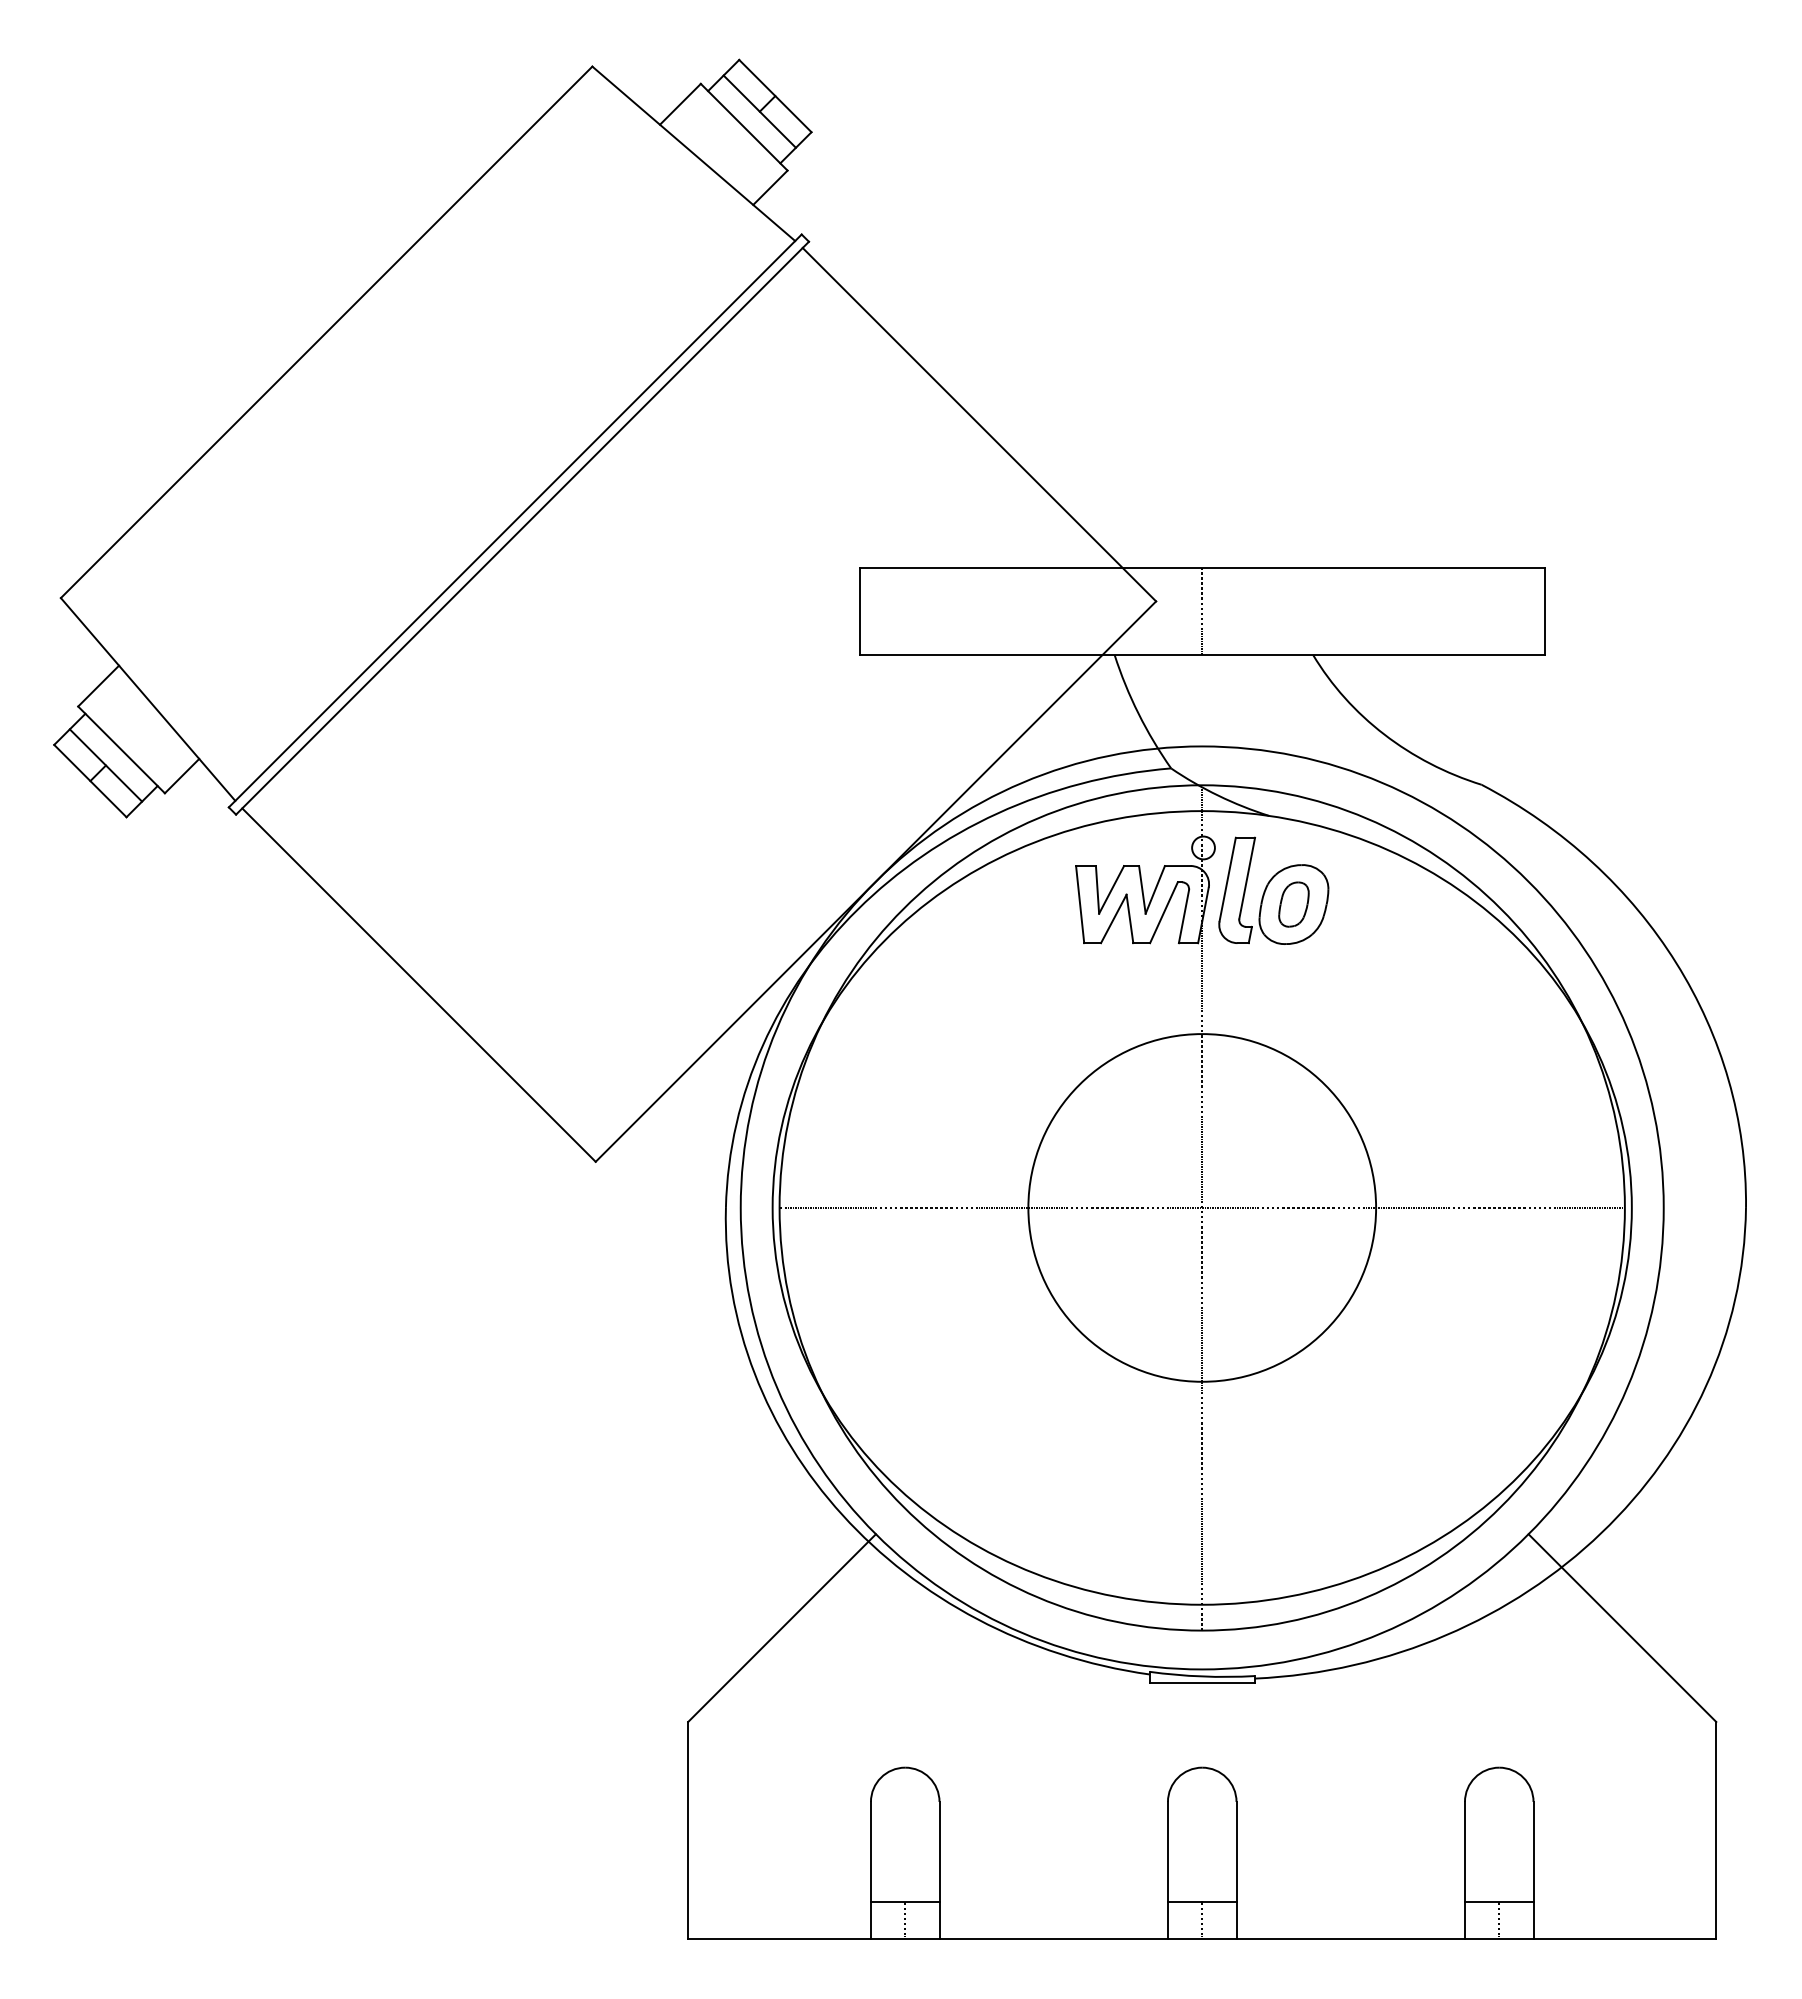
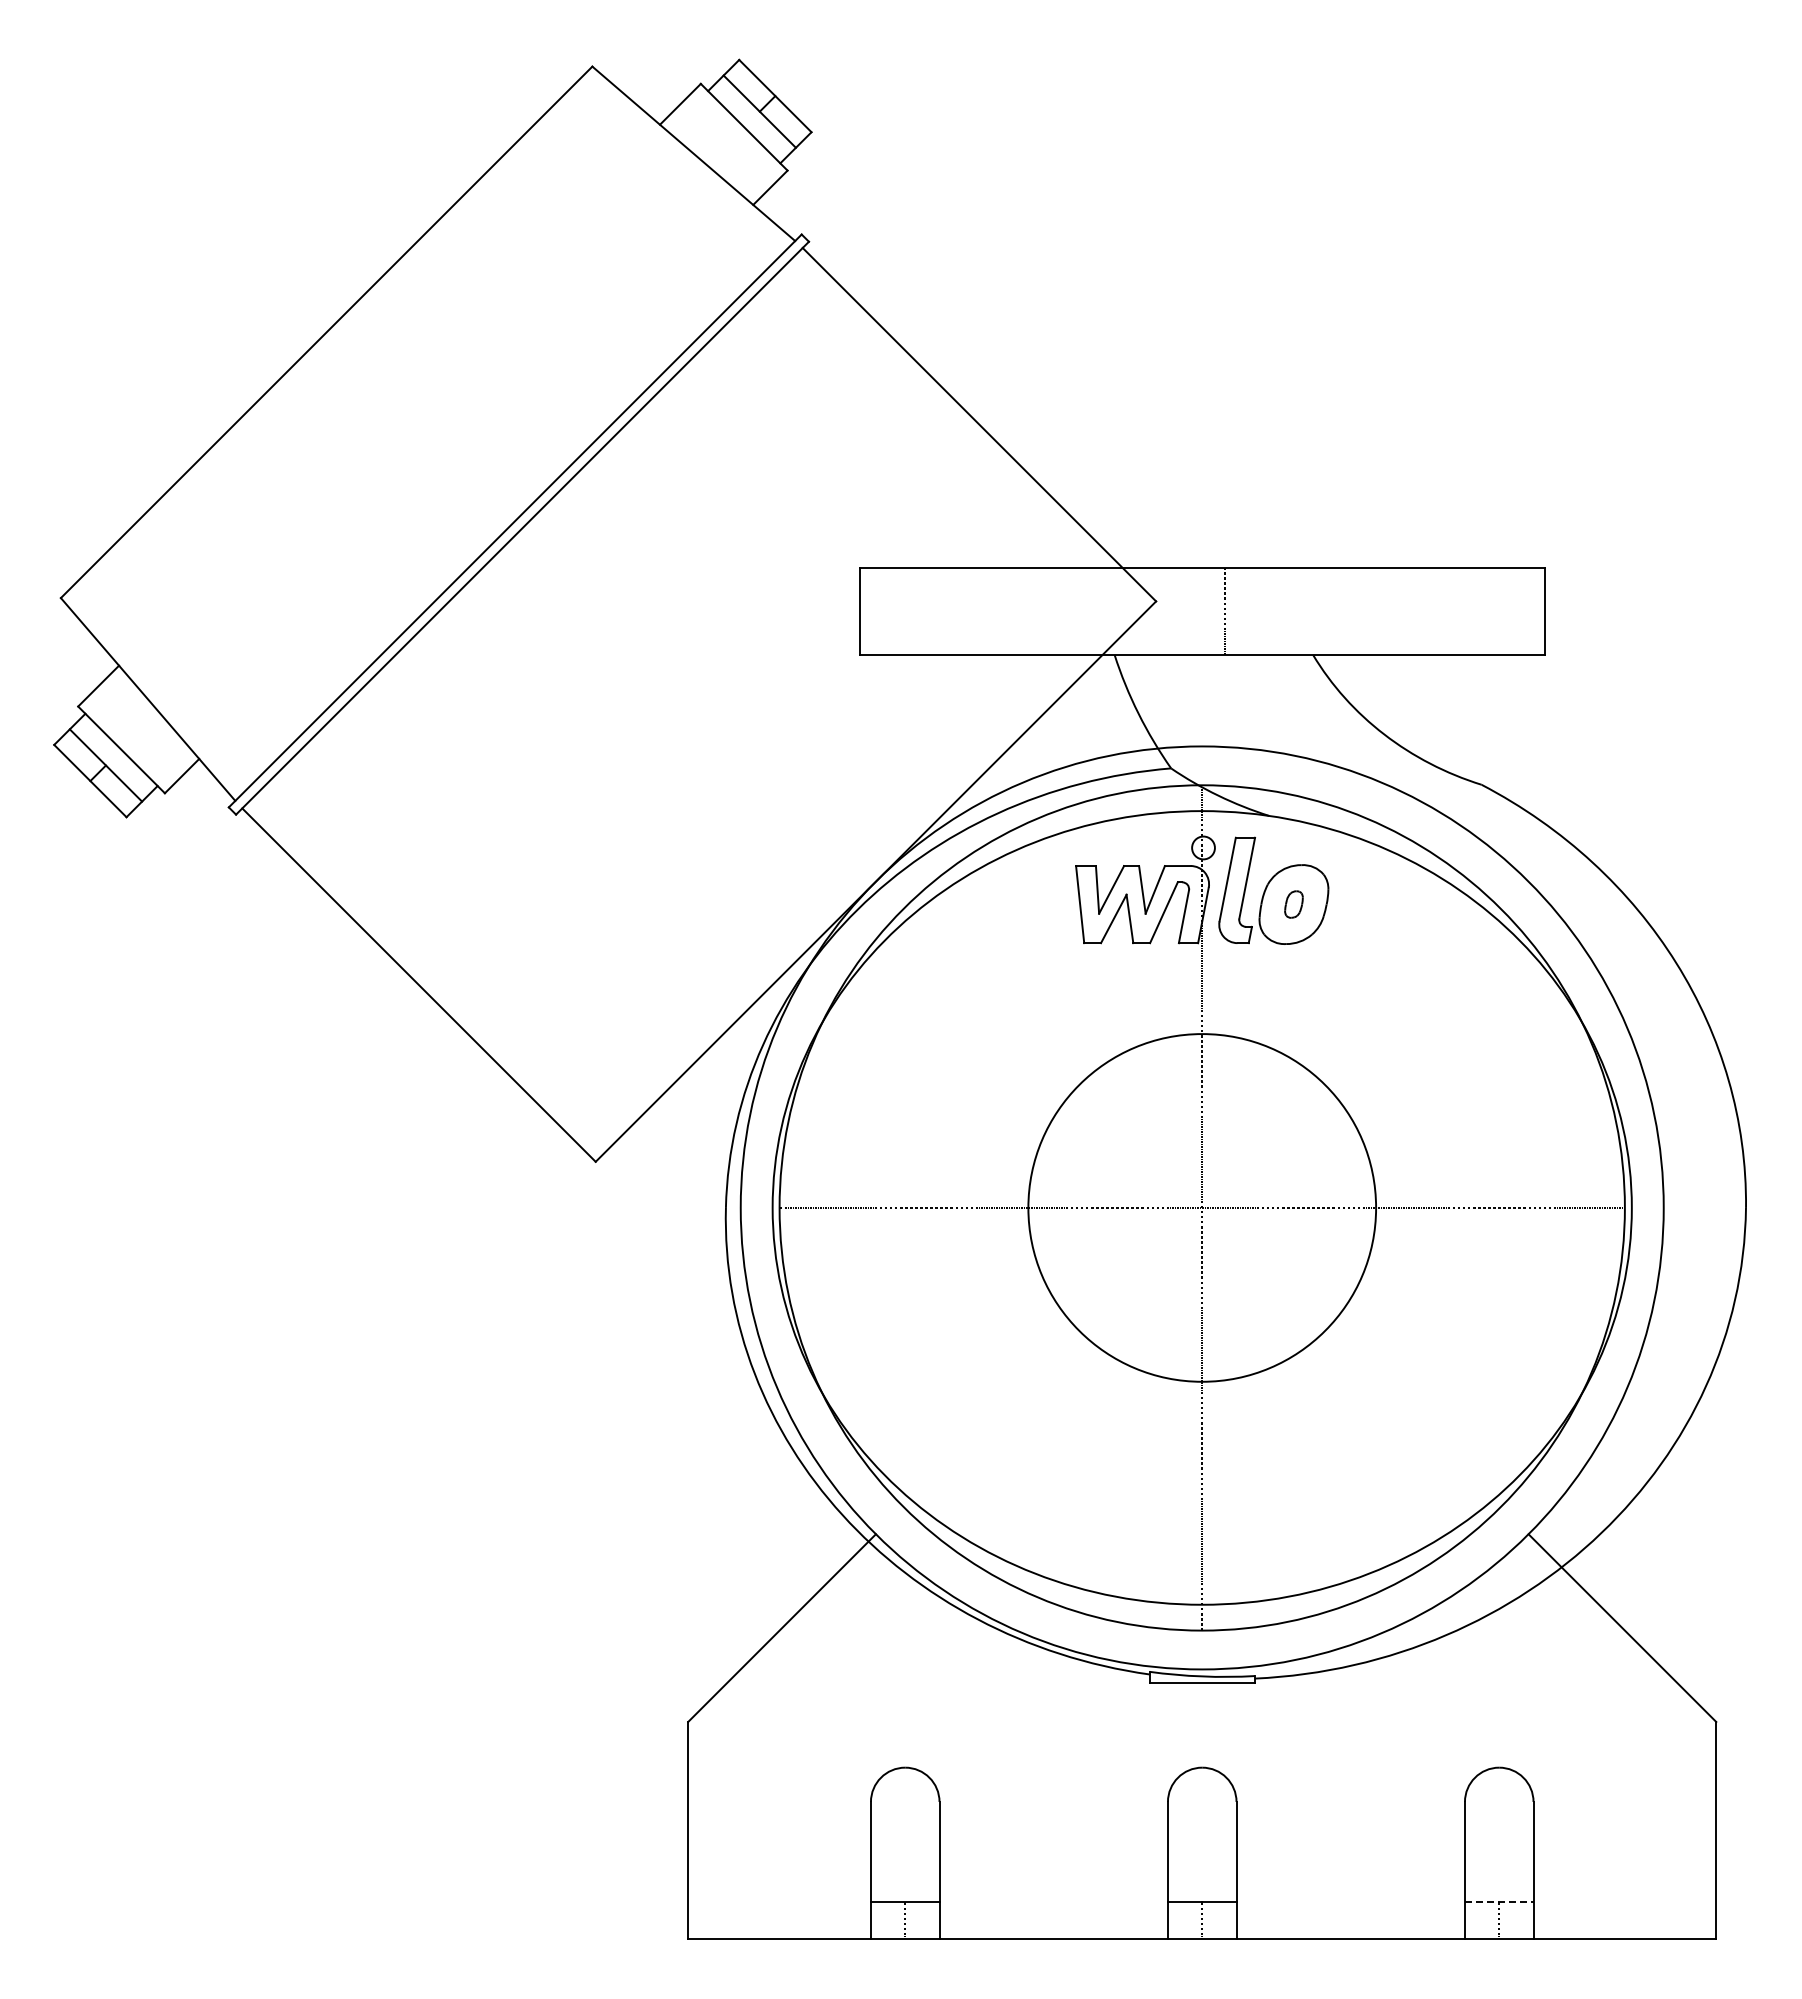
line at (1202, 611) position: (1202, 611) -> (1225, 611)
part at (1293, 904) size: 32x47 px -> 20x29 px
line at (1499, 1902): solid -> dashed
